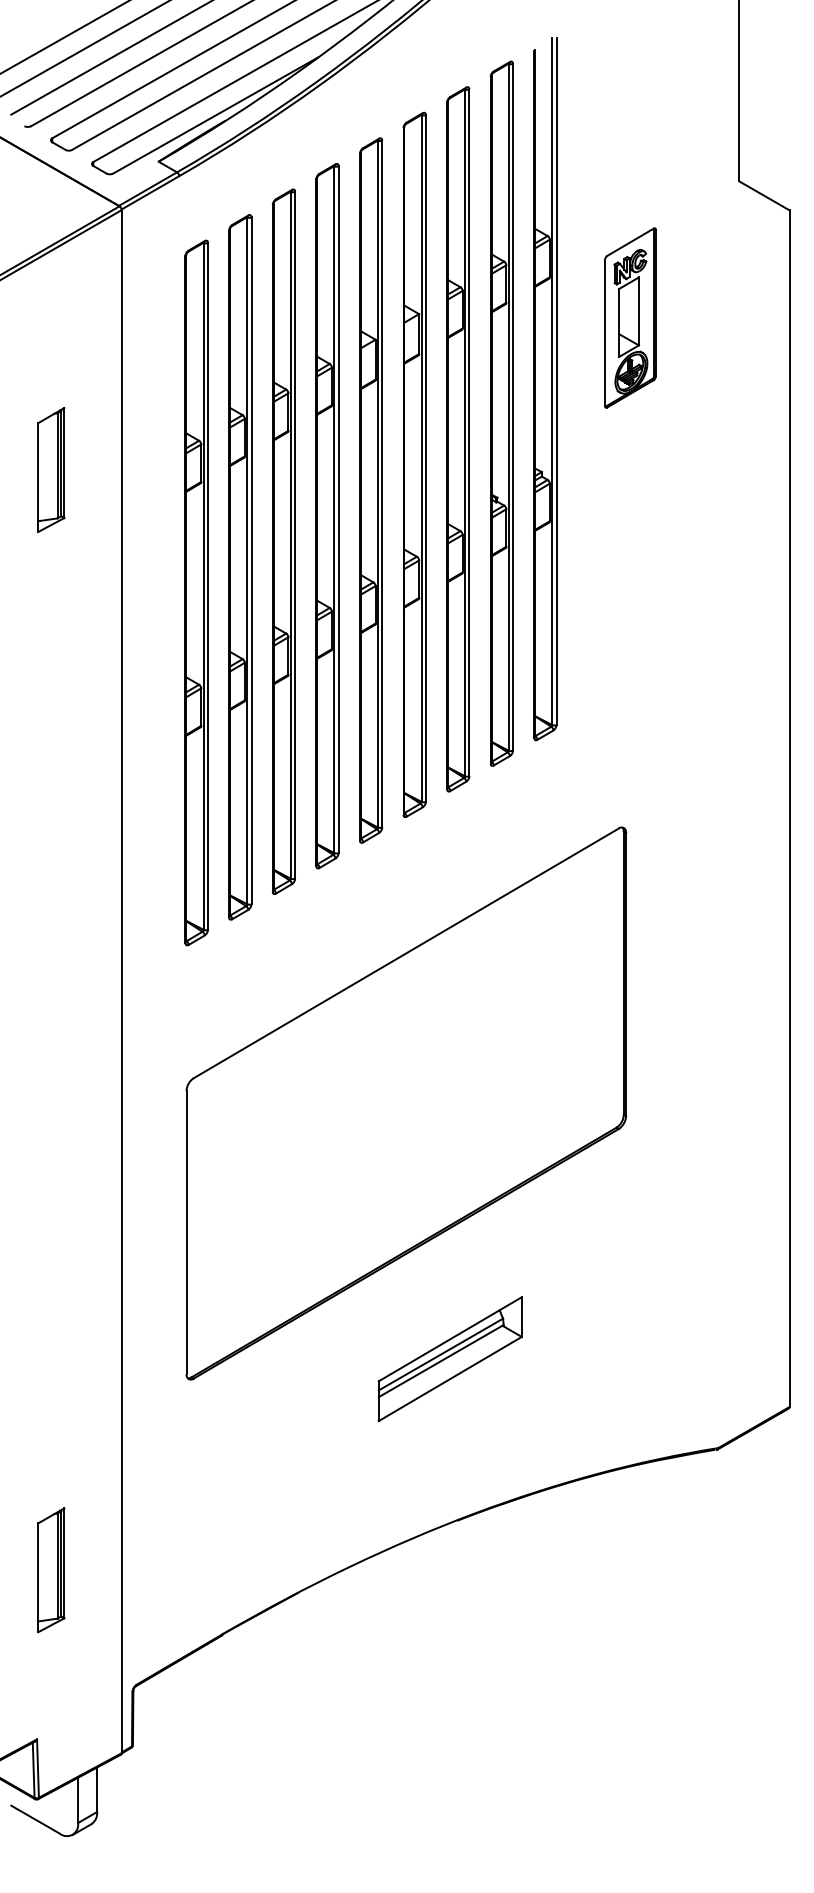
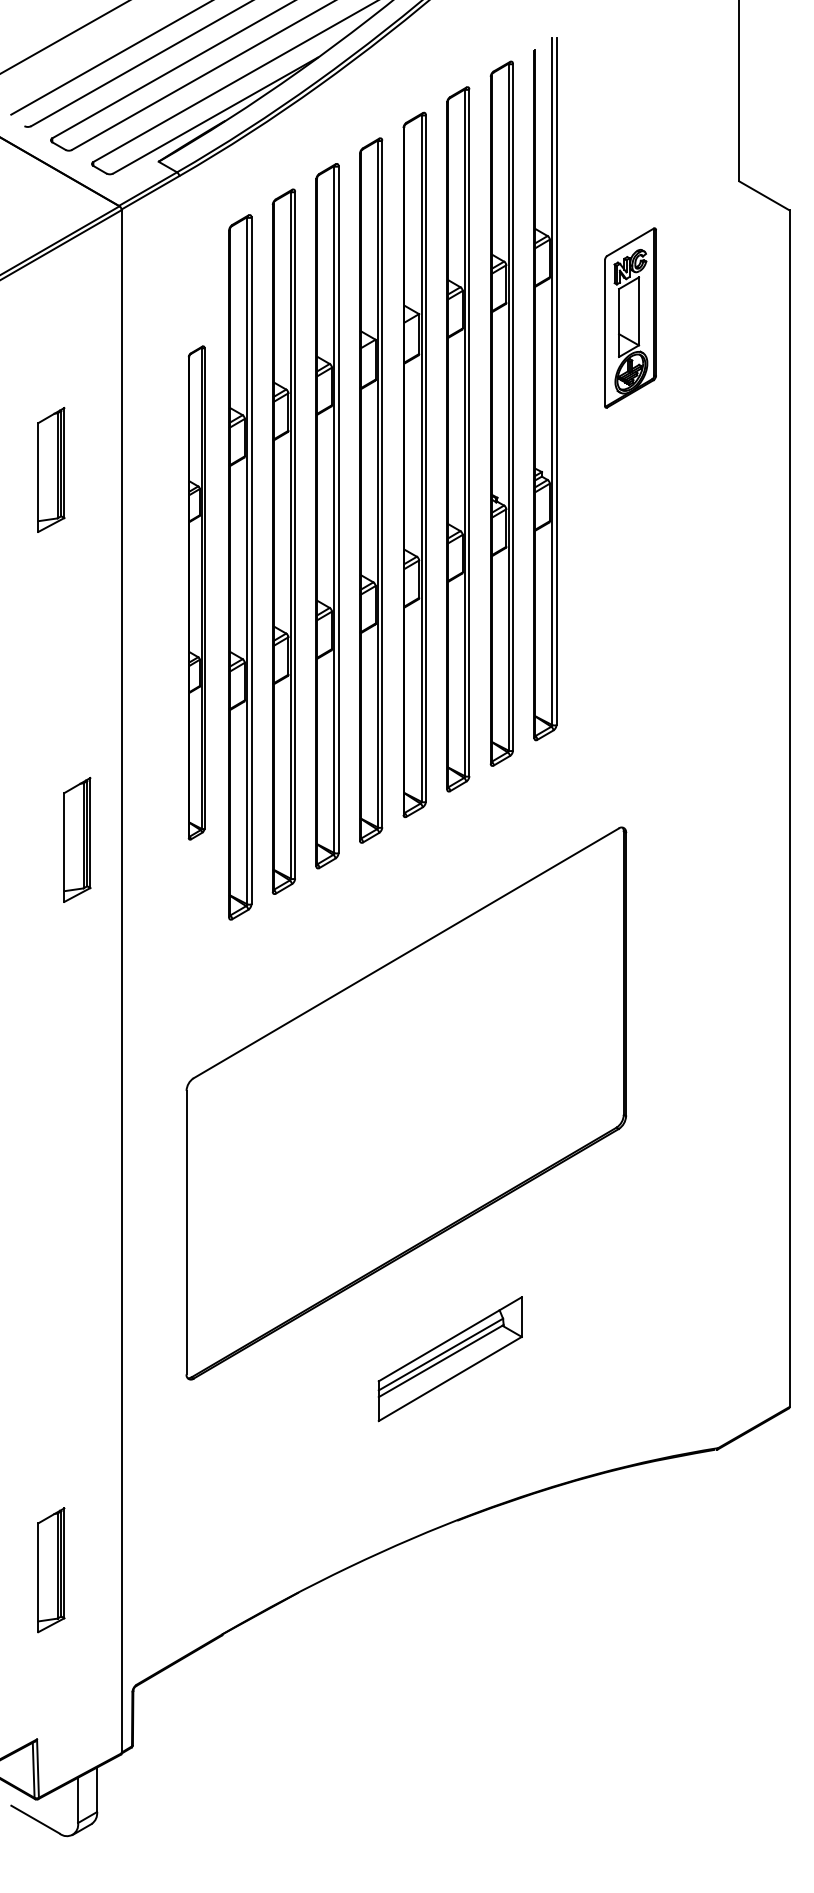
line at (84, 48): present -> none
part at (196, 592) size: 25x708 px -> 19x496 px
part at (77, 839): none -> present
